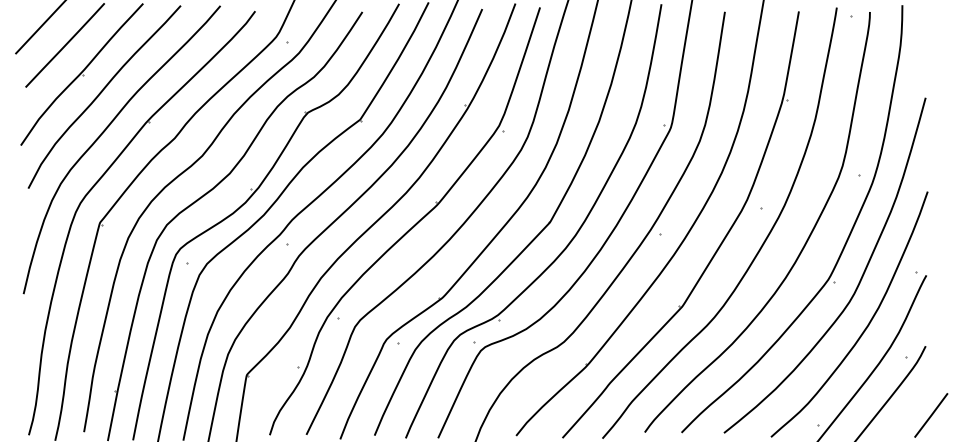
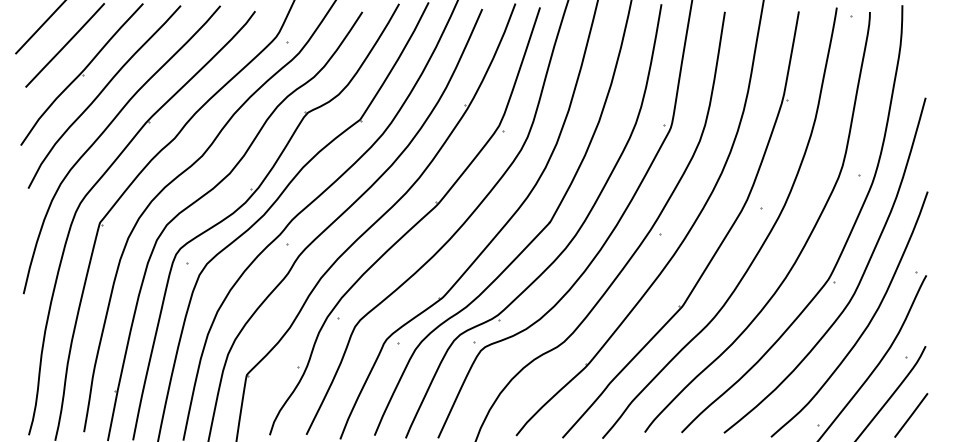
line at (931, 415) position: (931, 415) -> (911, 415)
